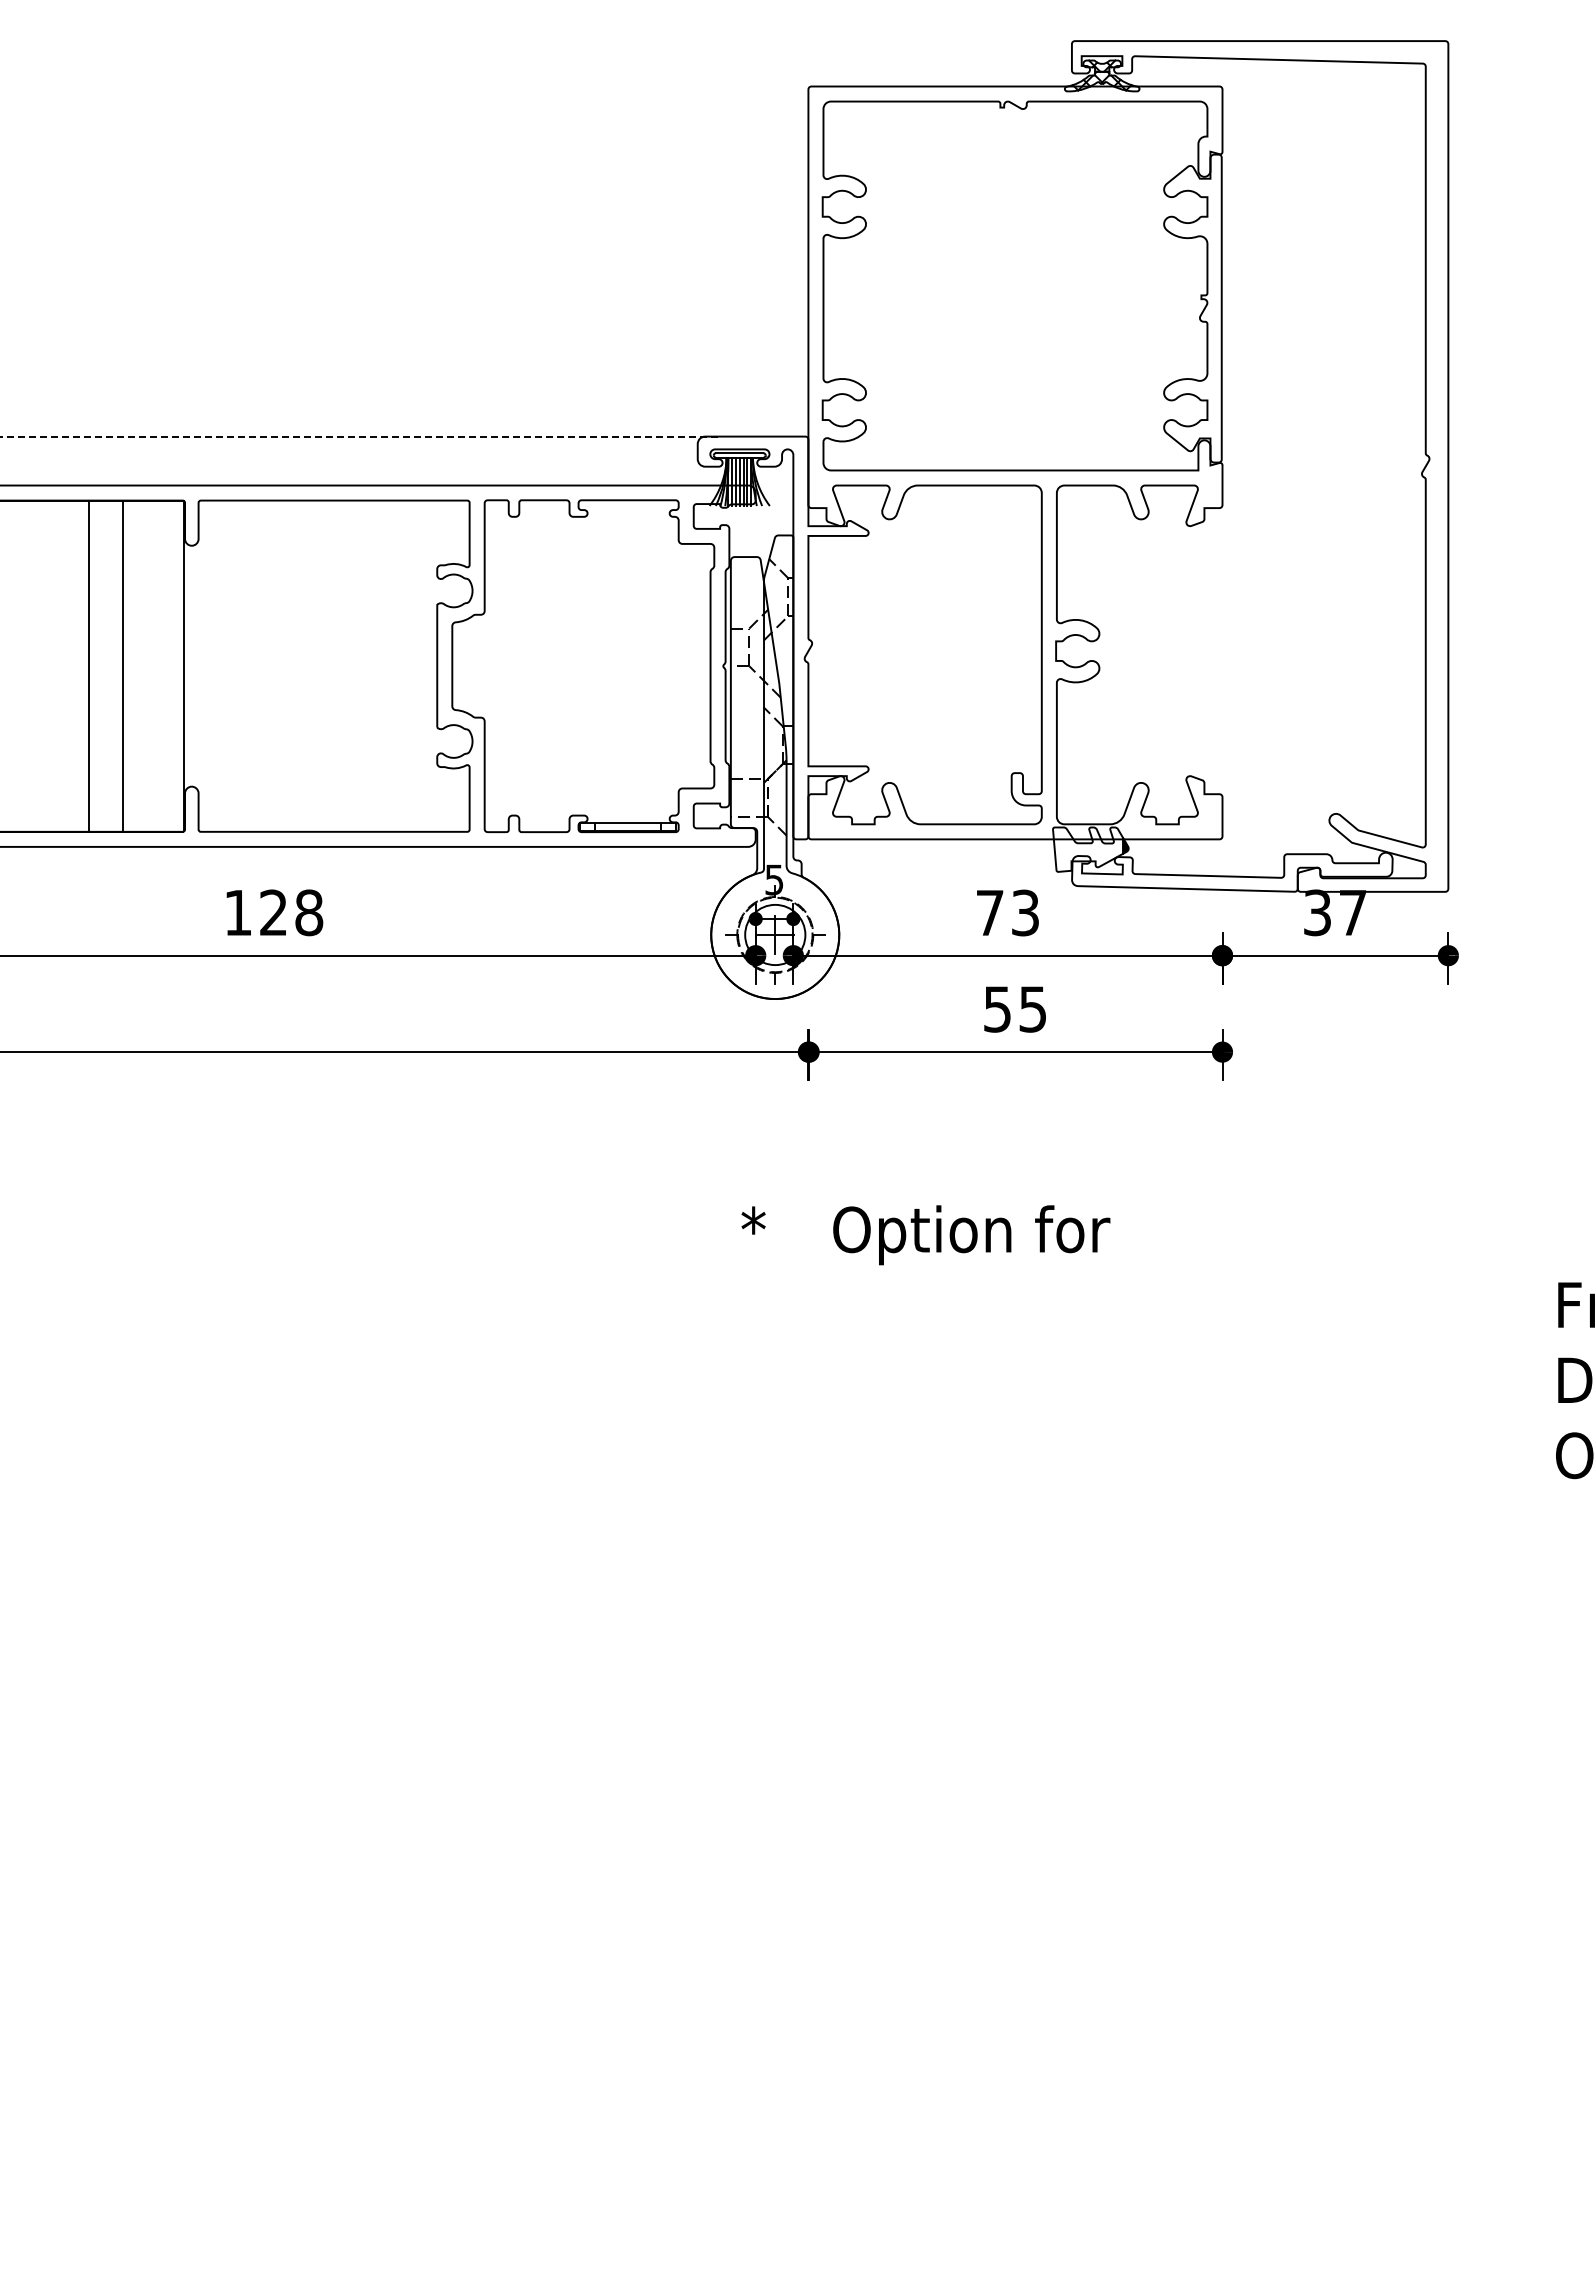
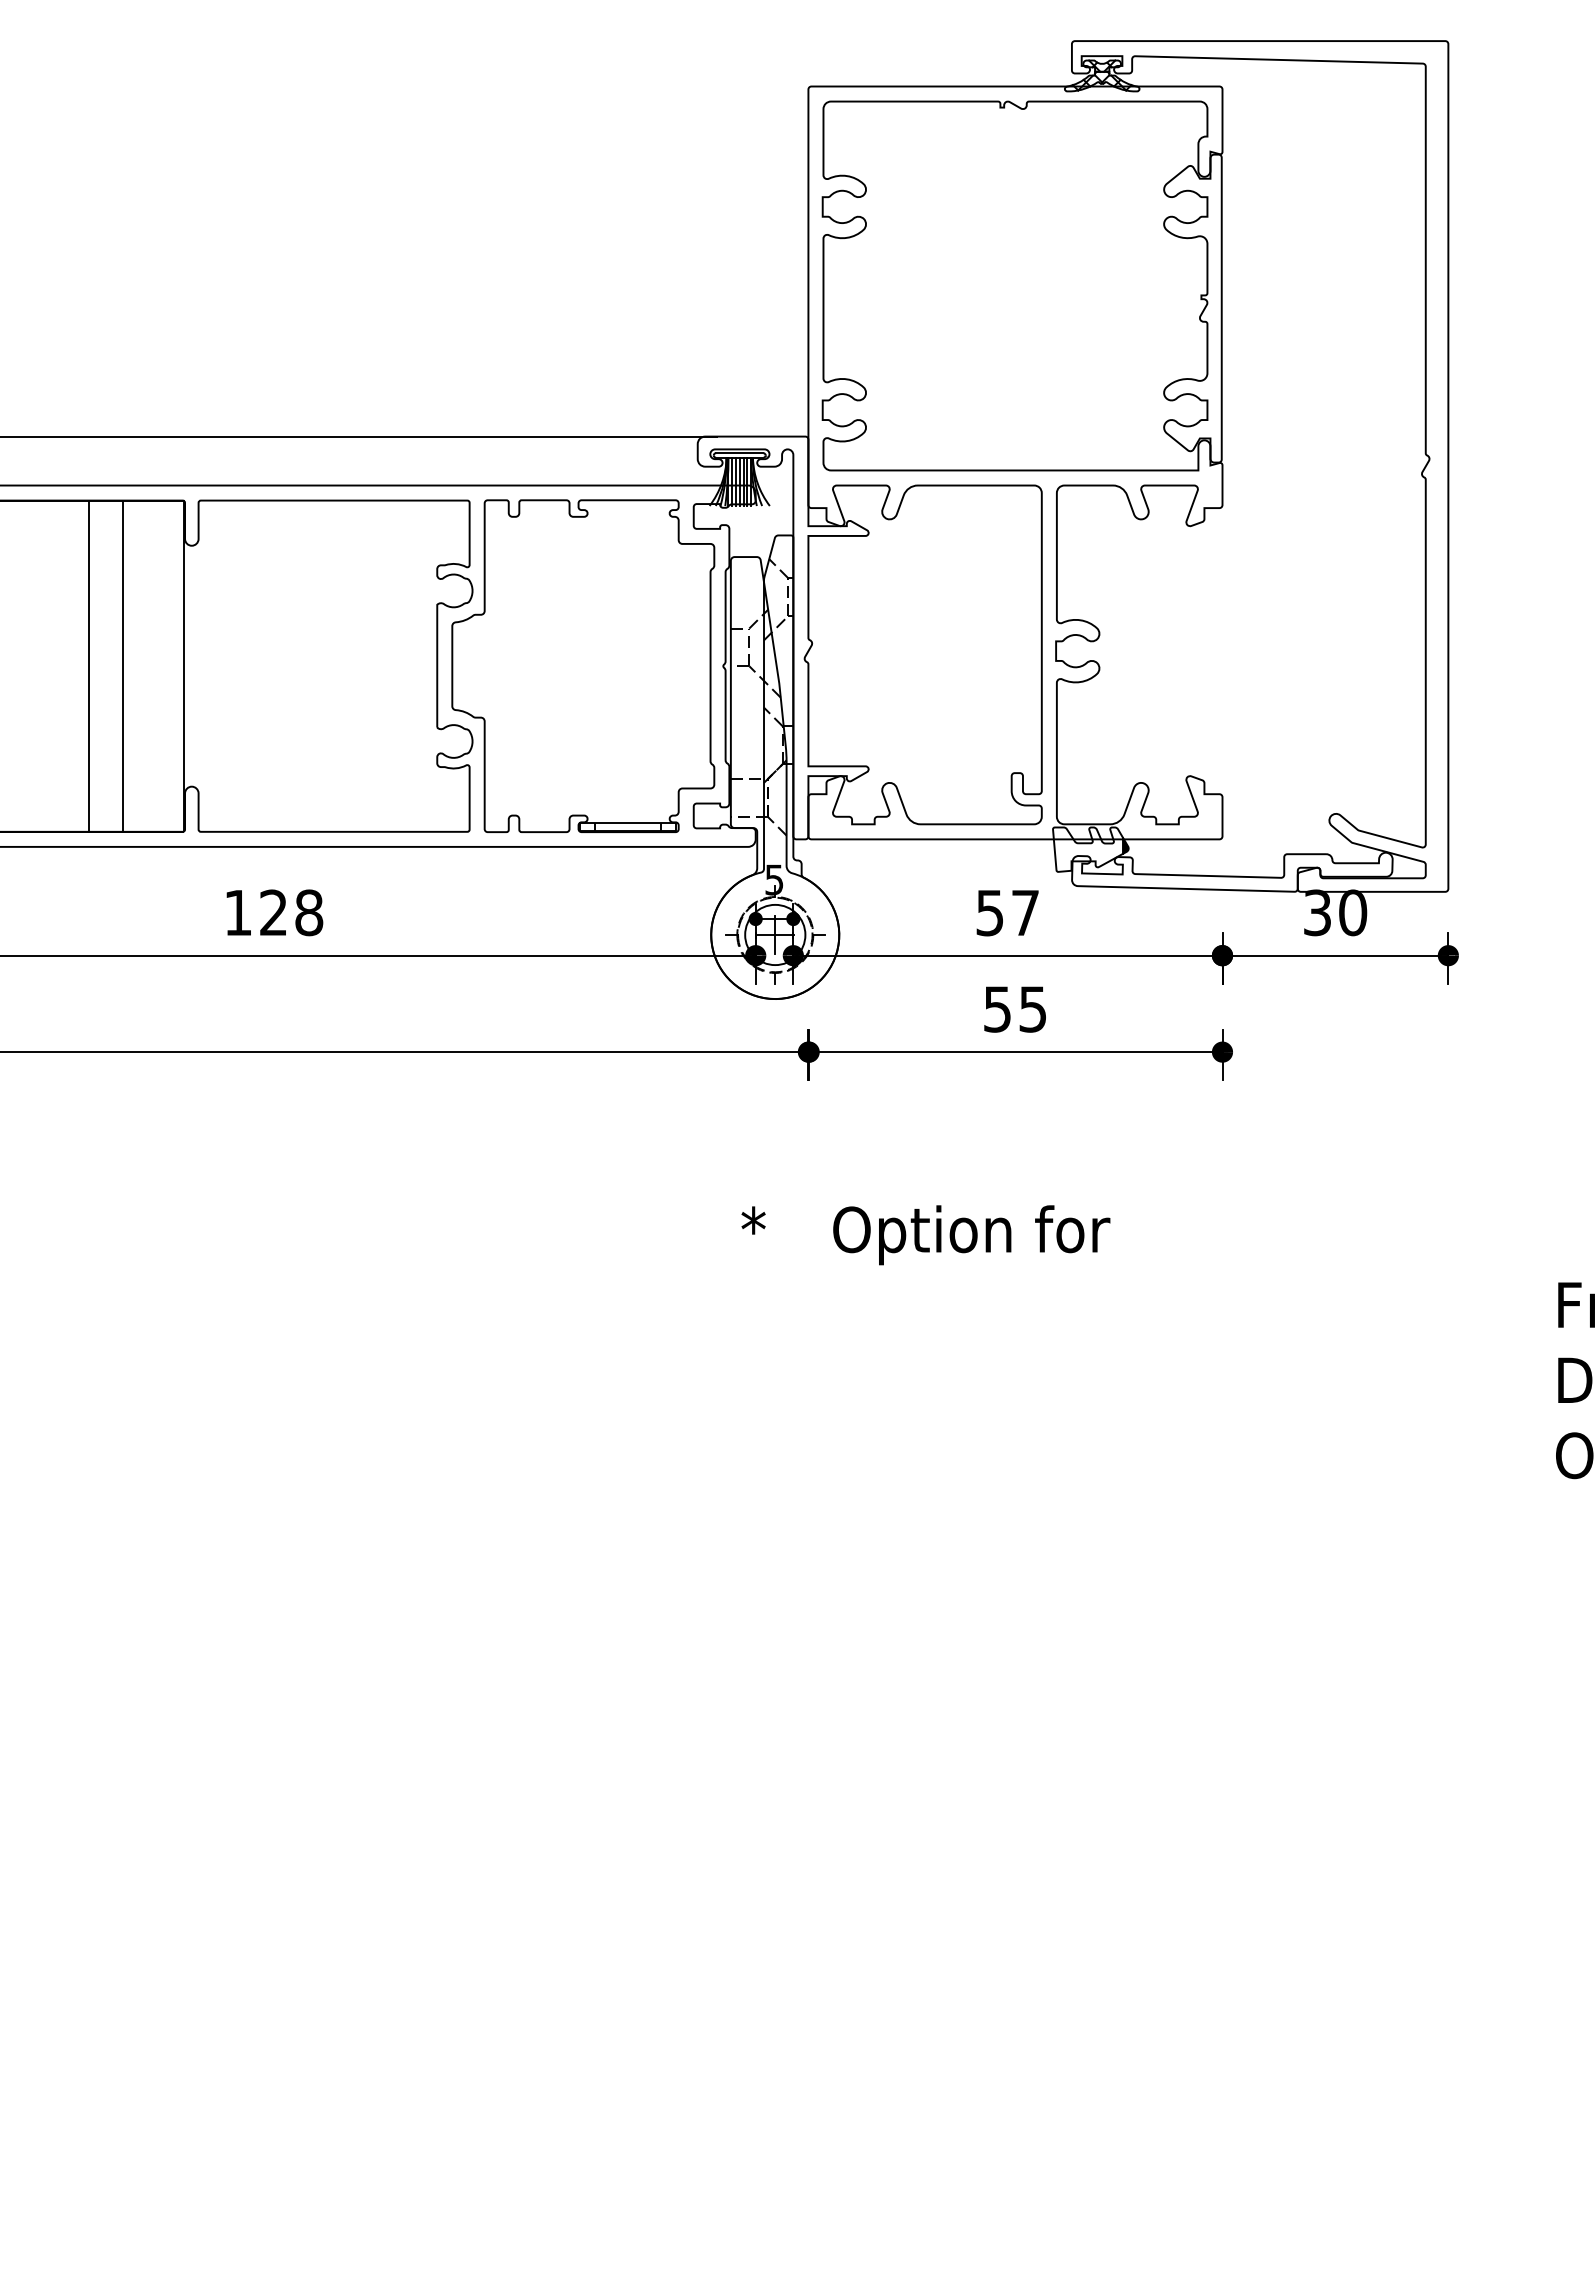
line at (359, 436): dashed -> solid
text at (1007, 912): 73 -> 57
text at (1353, 912): 37 -> 30
